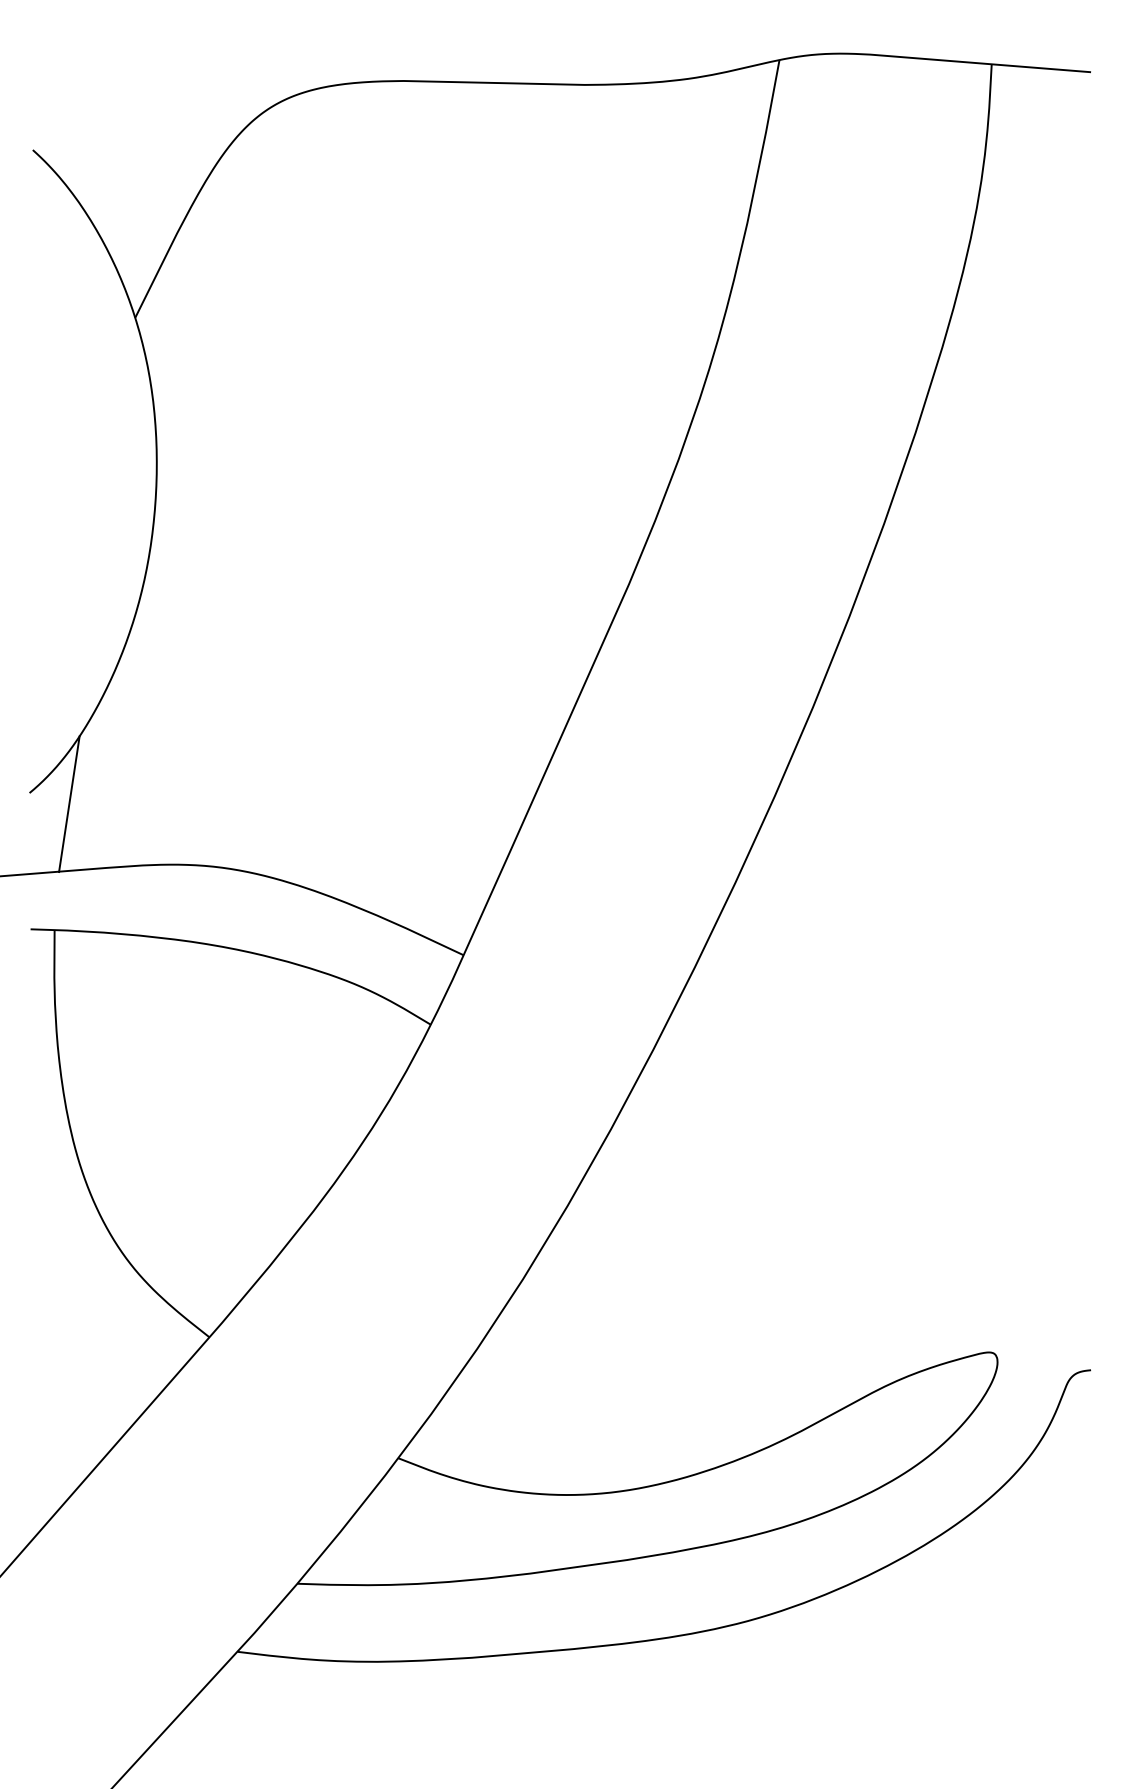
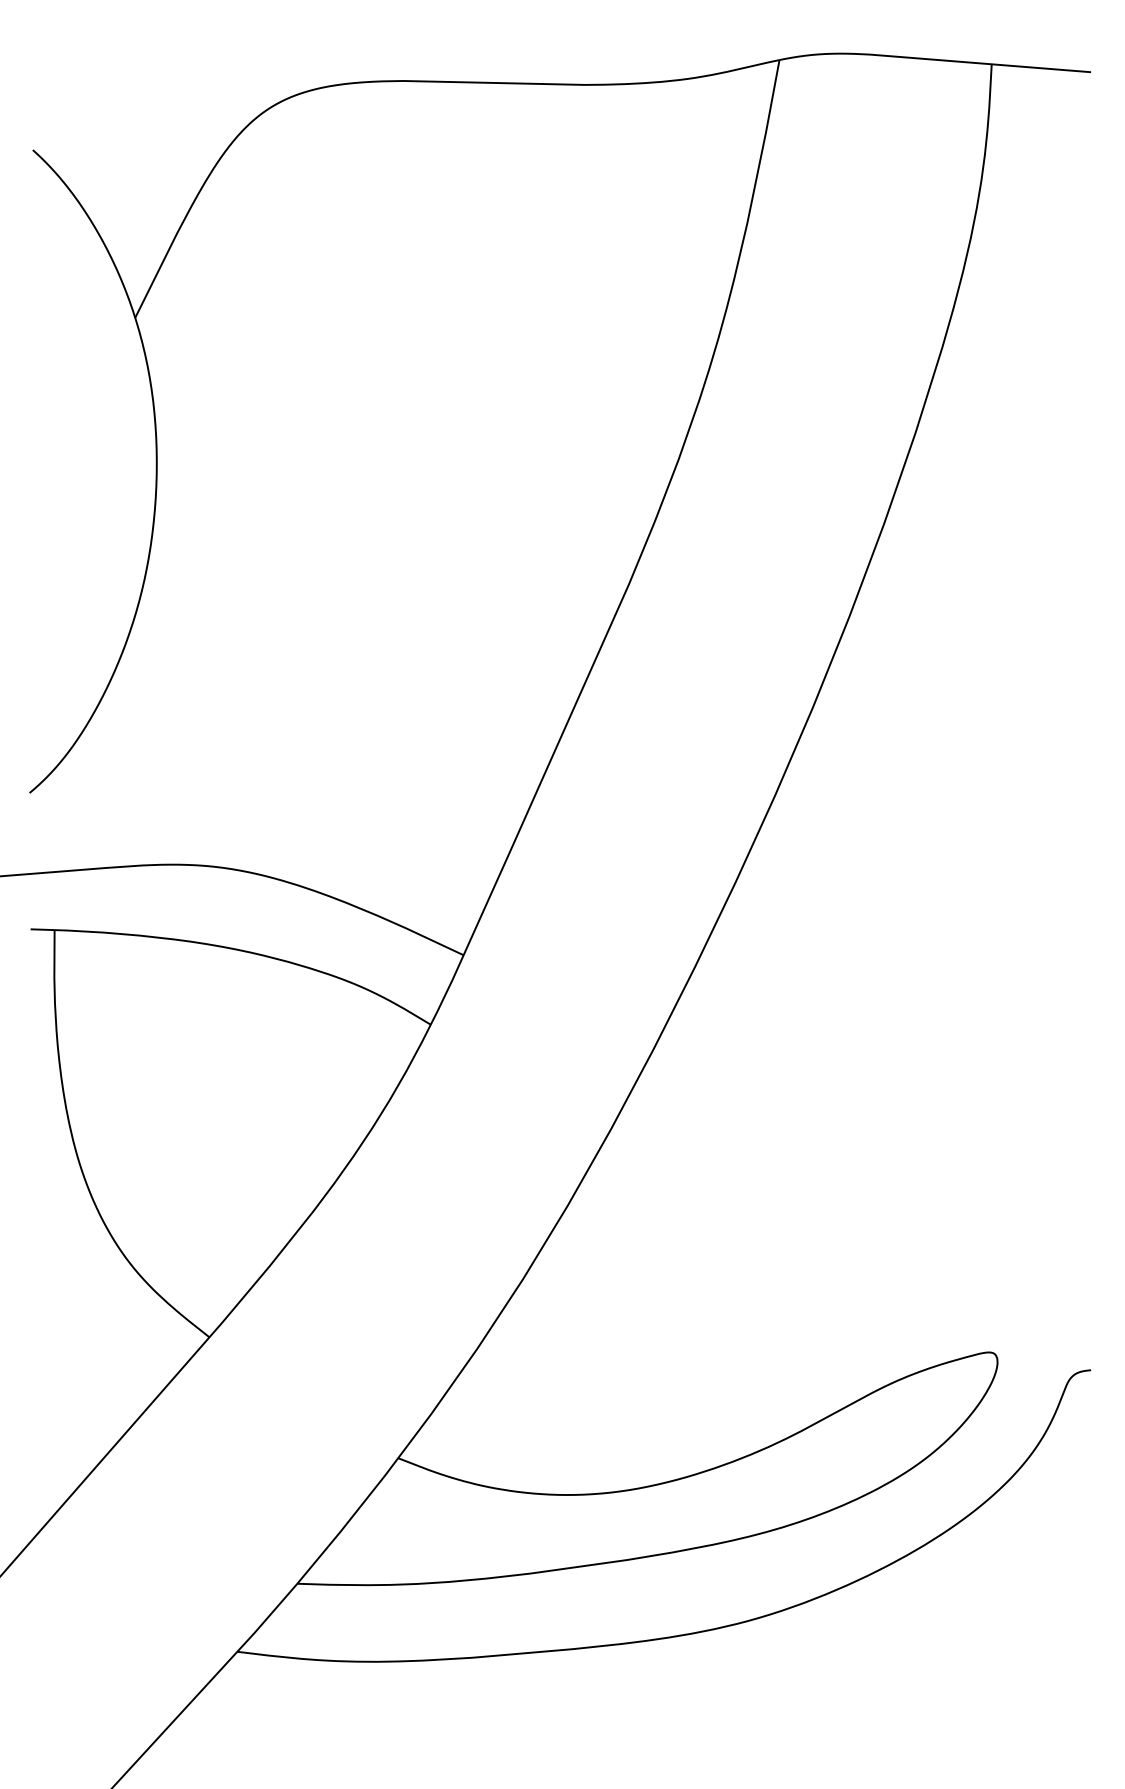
line at (69, 804): present -> none
